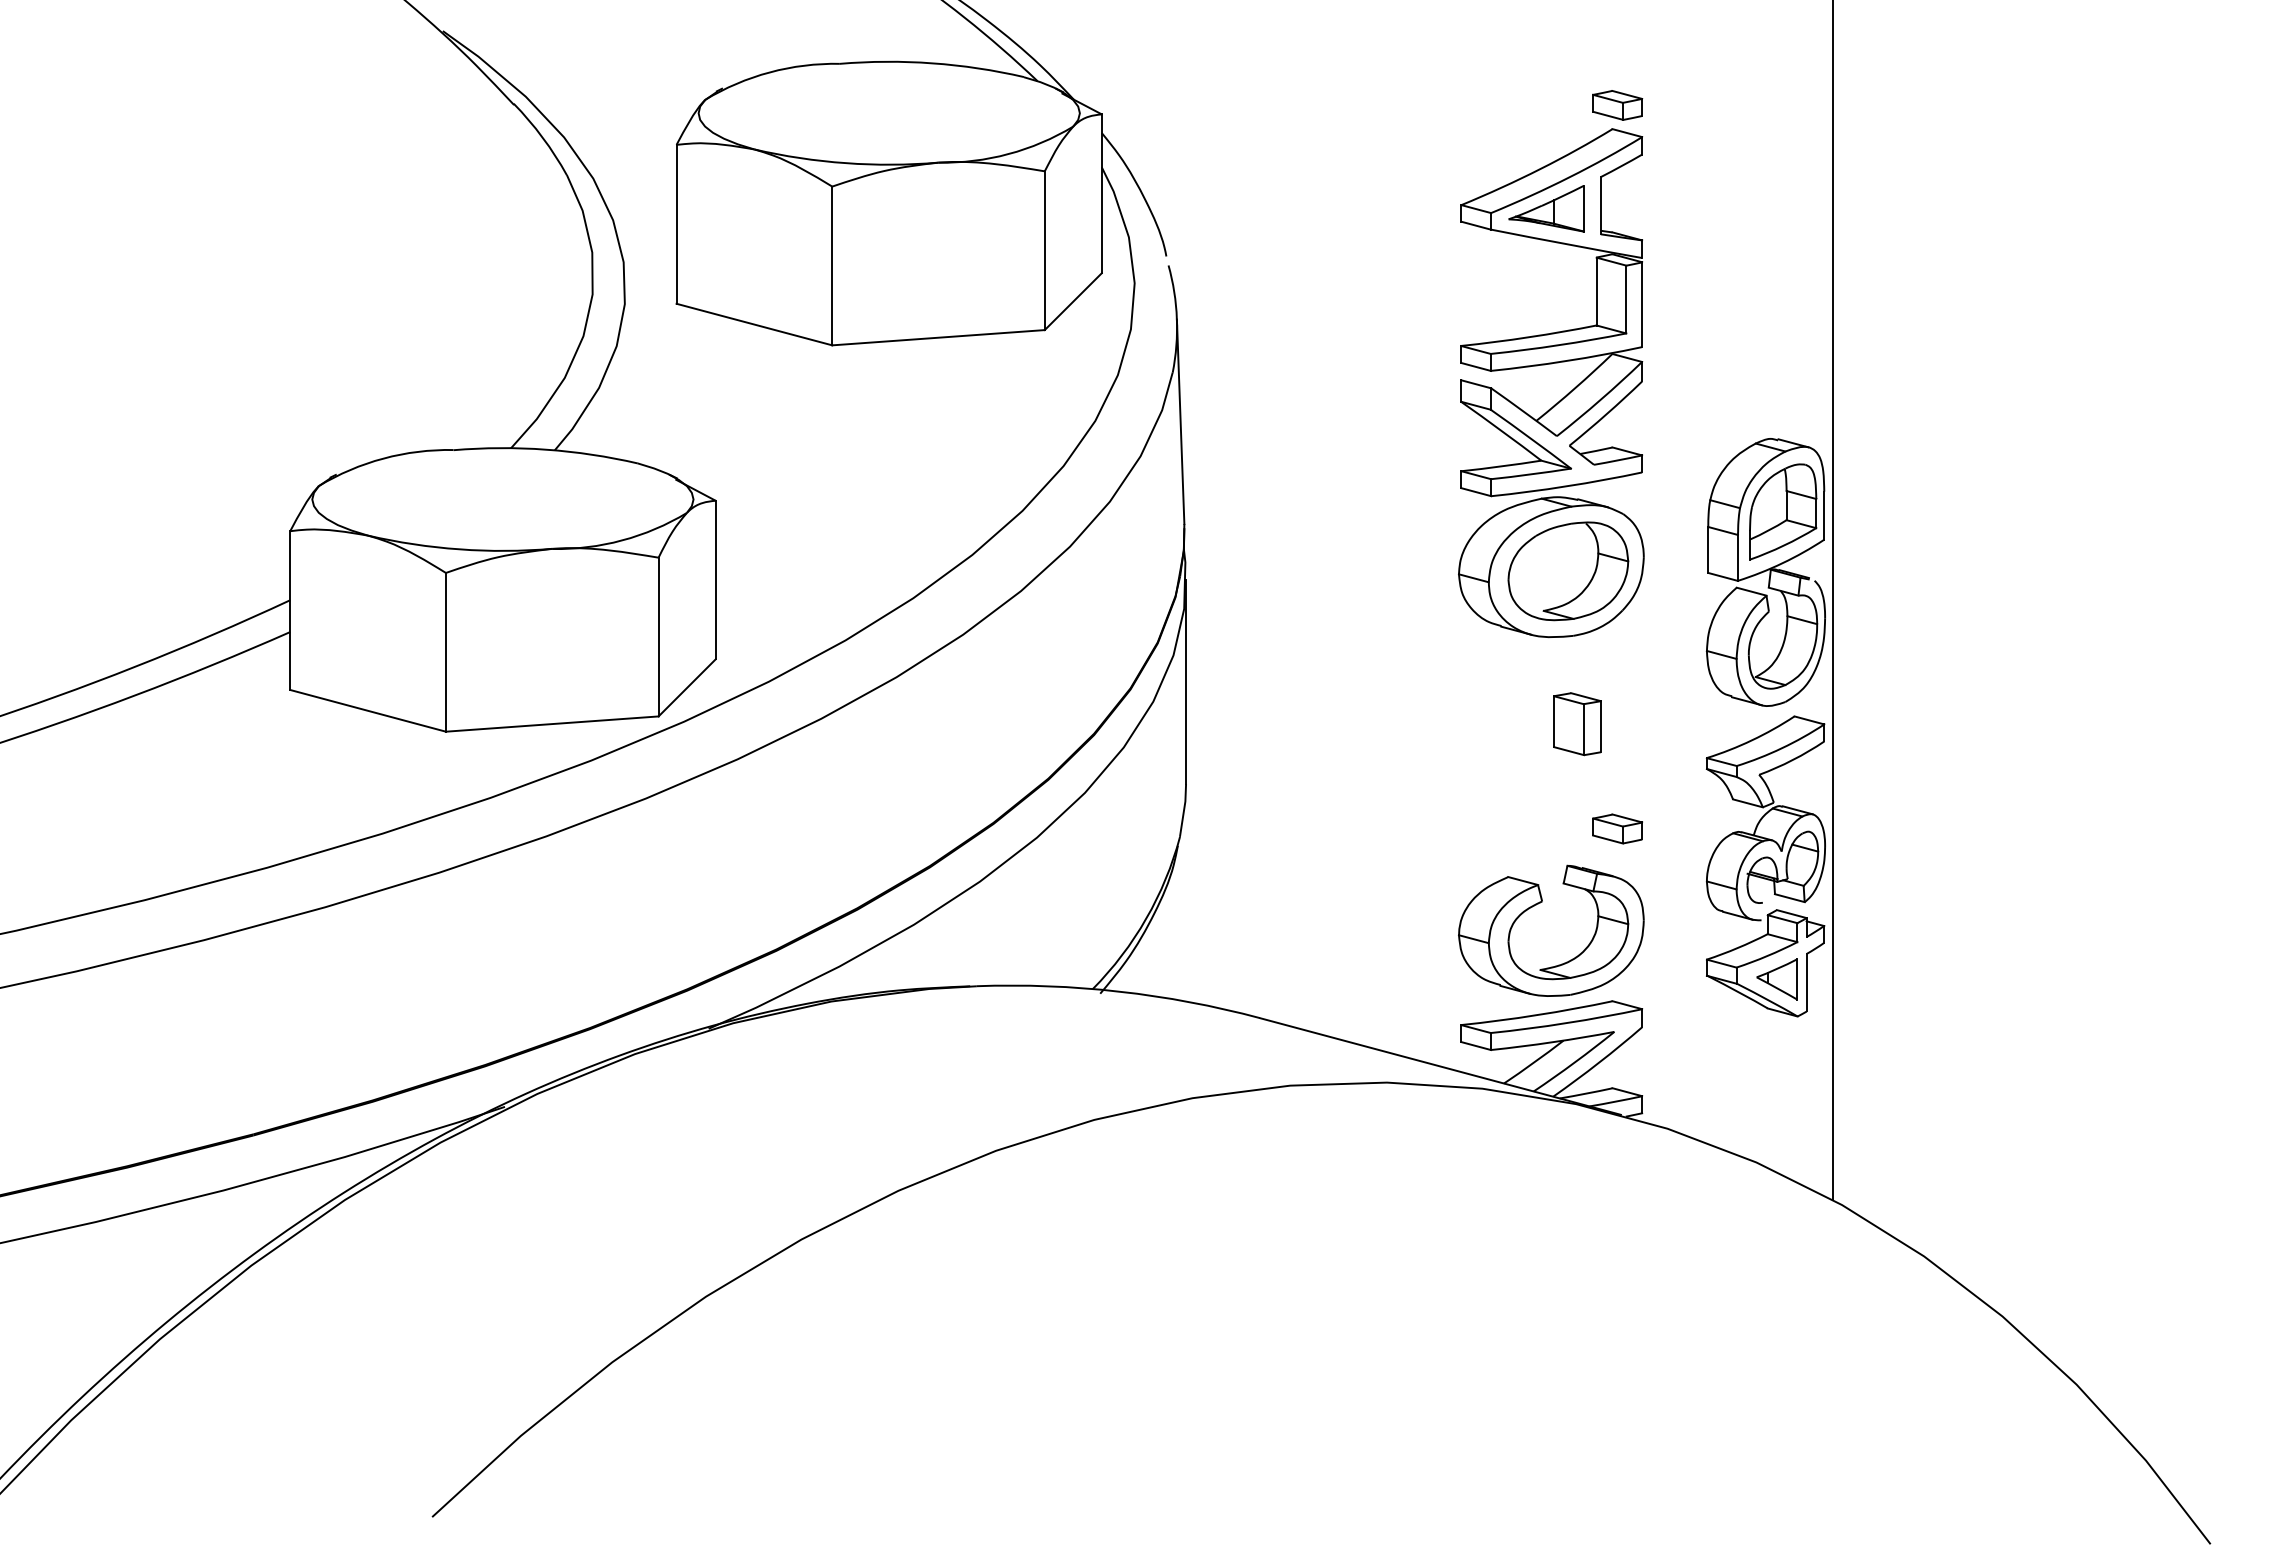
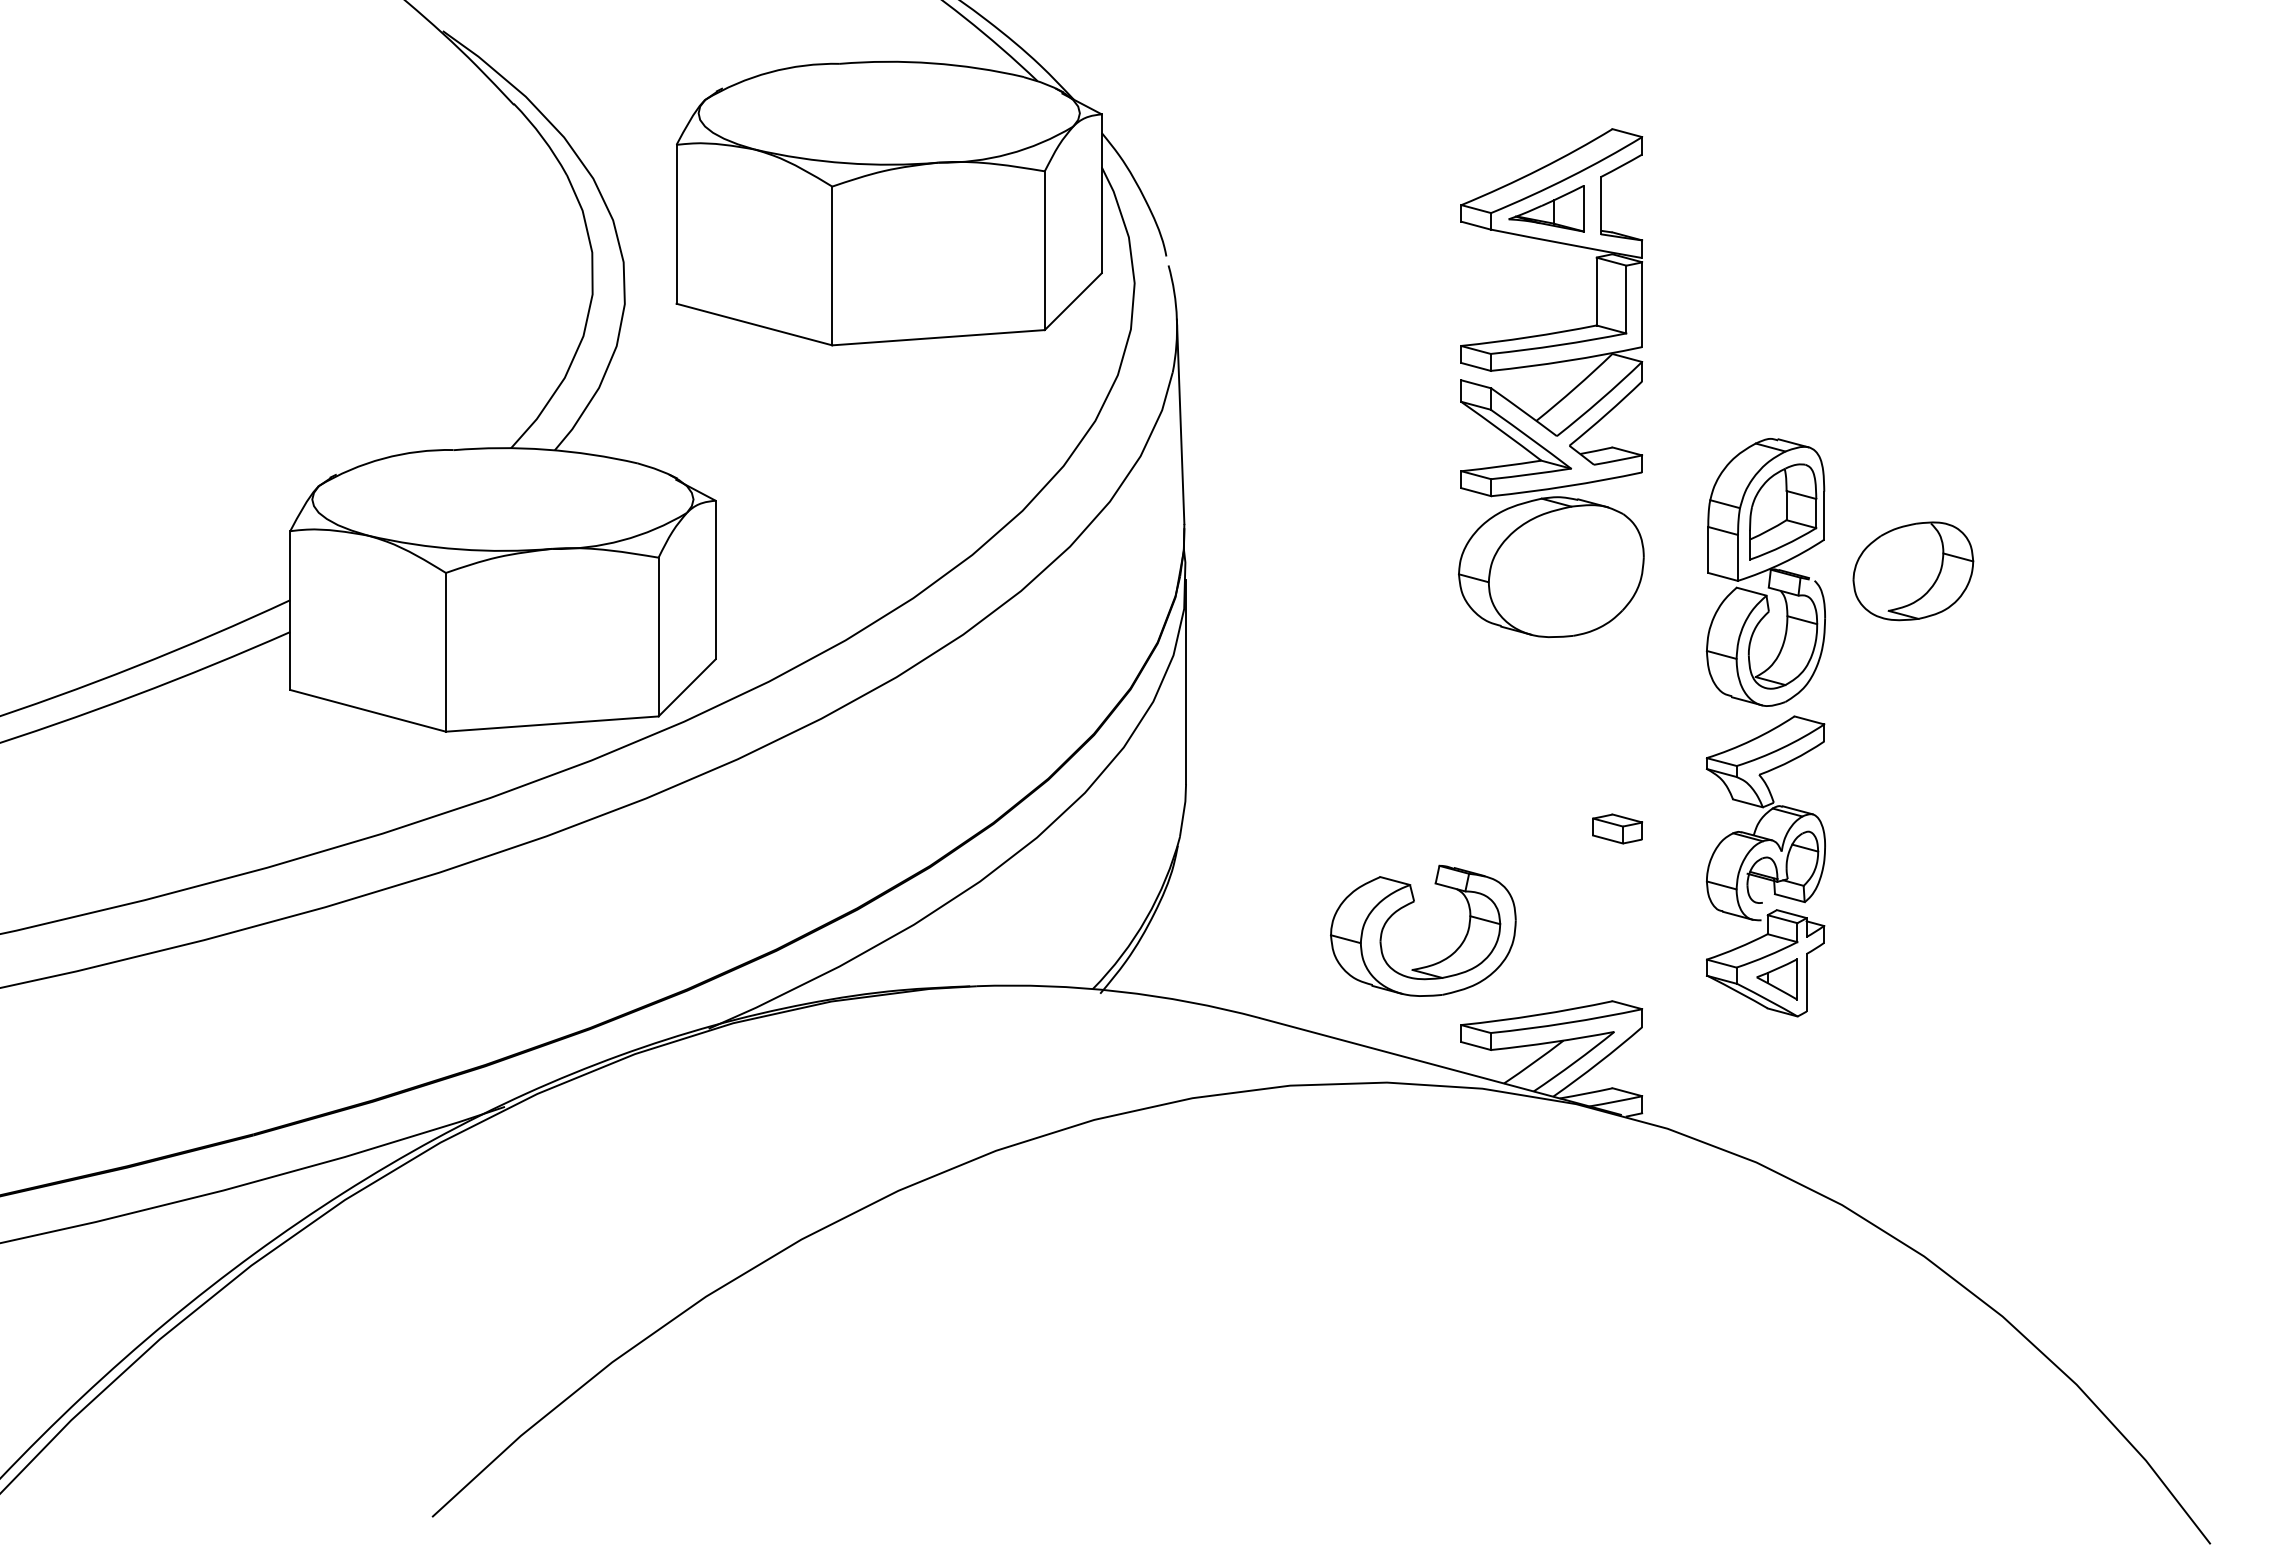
part at (1617, 105): present -> none
part at (1568, 571) position: (1568, 571) -> (1913, 571)
line at (1833, 601): present -> none
part at (1577, 724): present -> none
part at (1538, 904) position: (1538, 904) -> (1410, 904)
